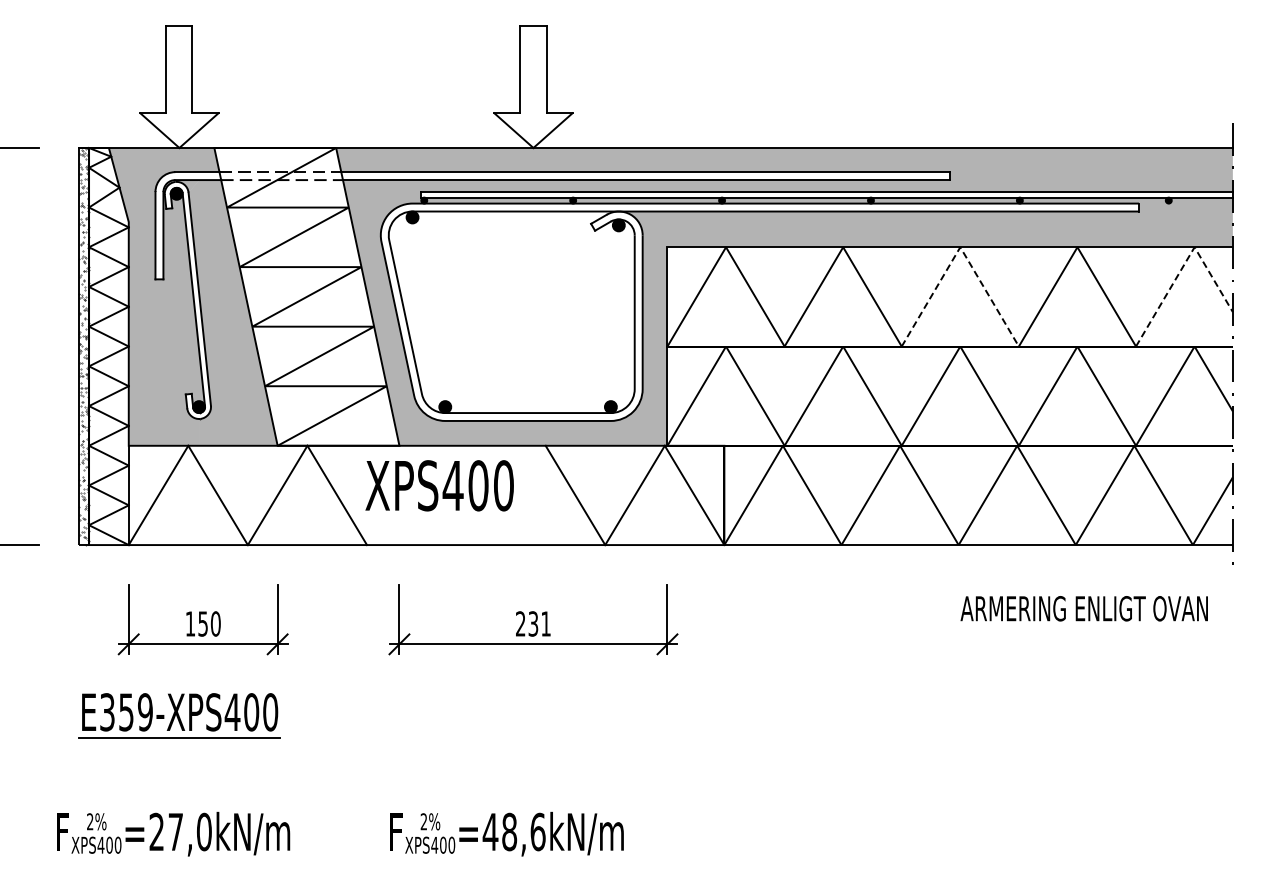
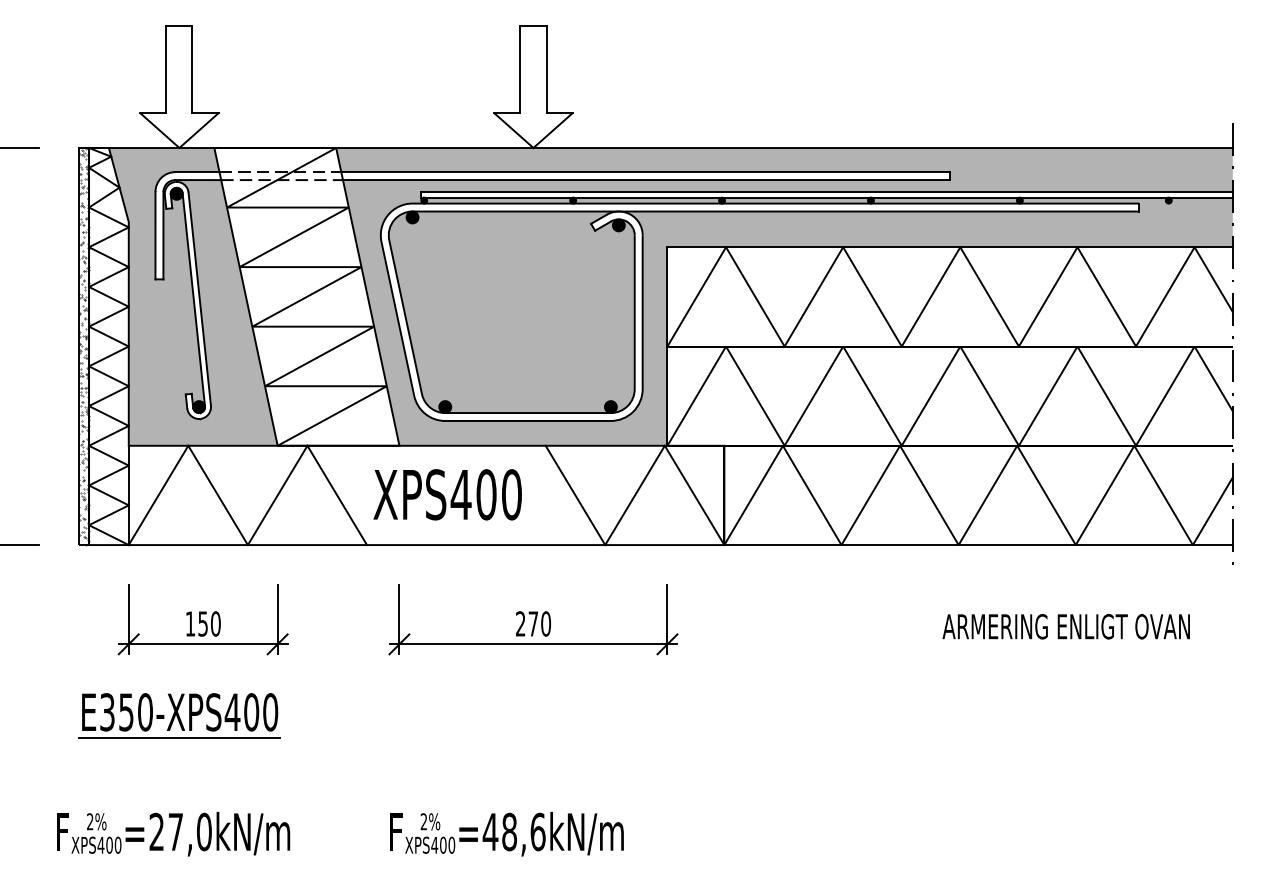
line at (960, 247): dashed -> solid
line at (1185, 263): dashed -> solid
fill at (511, 312): none -> present
text at (439, 485) position: (439, 485) -> (447, 494)
text at (1083, 608) position: (1083, 608) -> (1065, 626)
text at (539, 623): 231 -> 270
text at (145, 712): E359-XPS400 -> E350-XPS400
